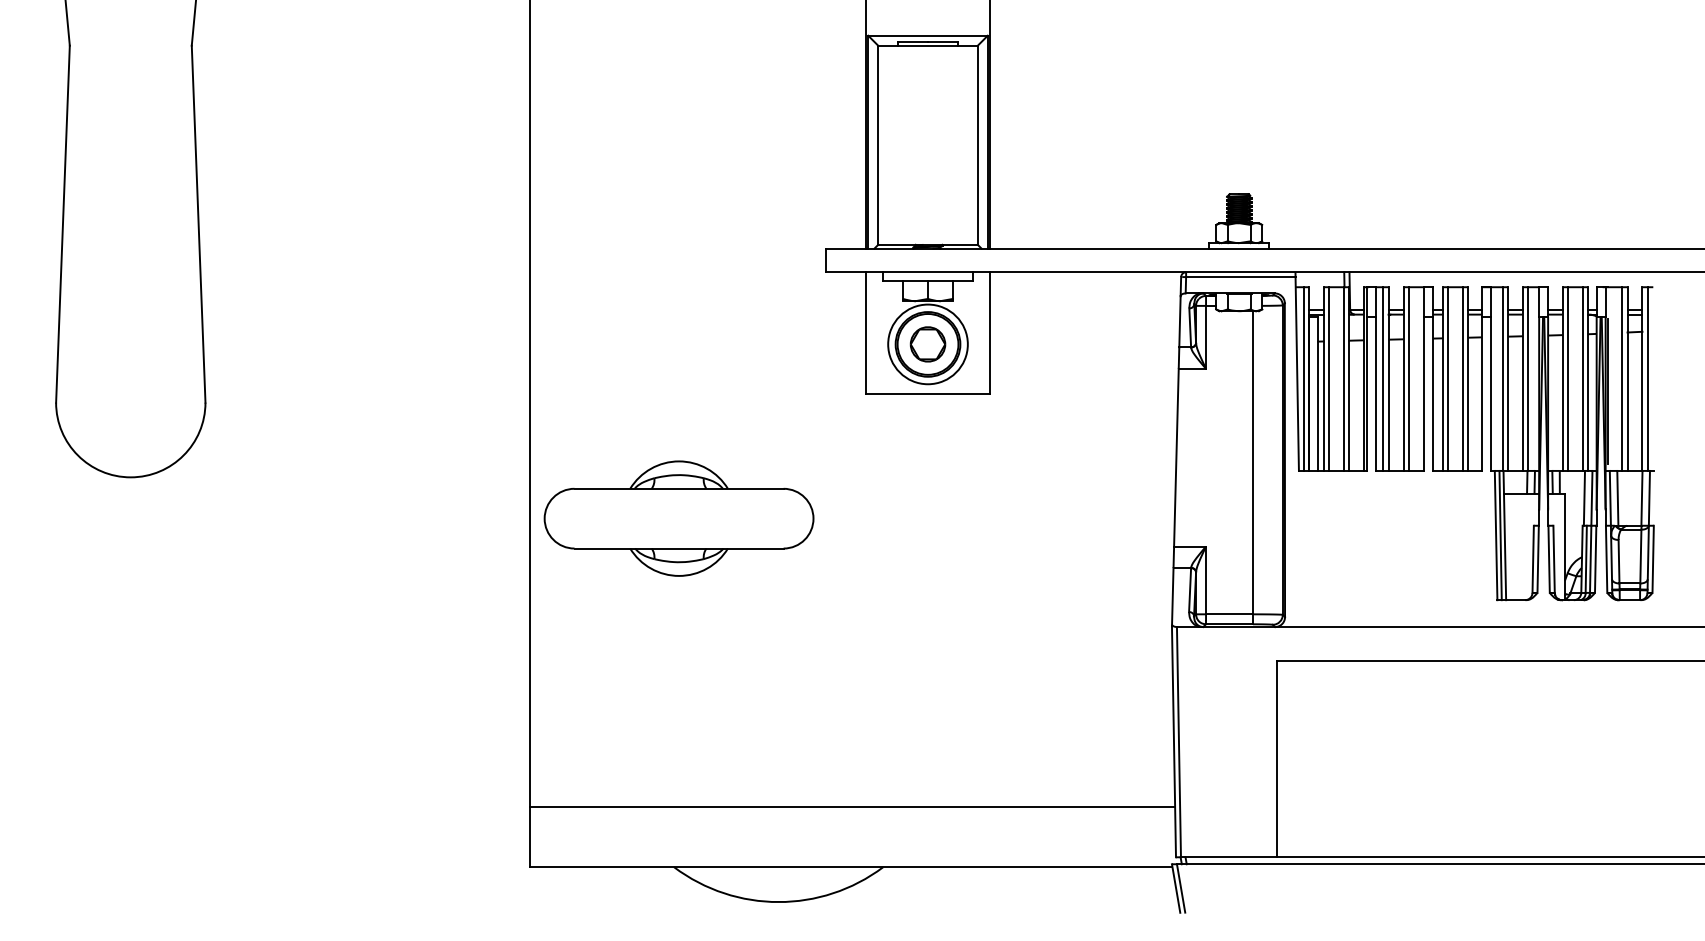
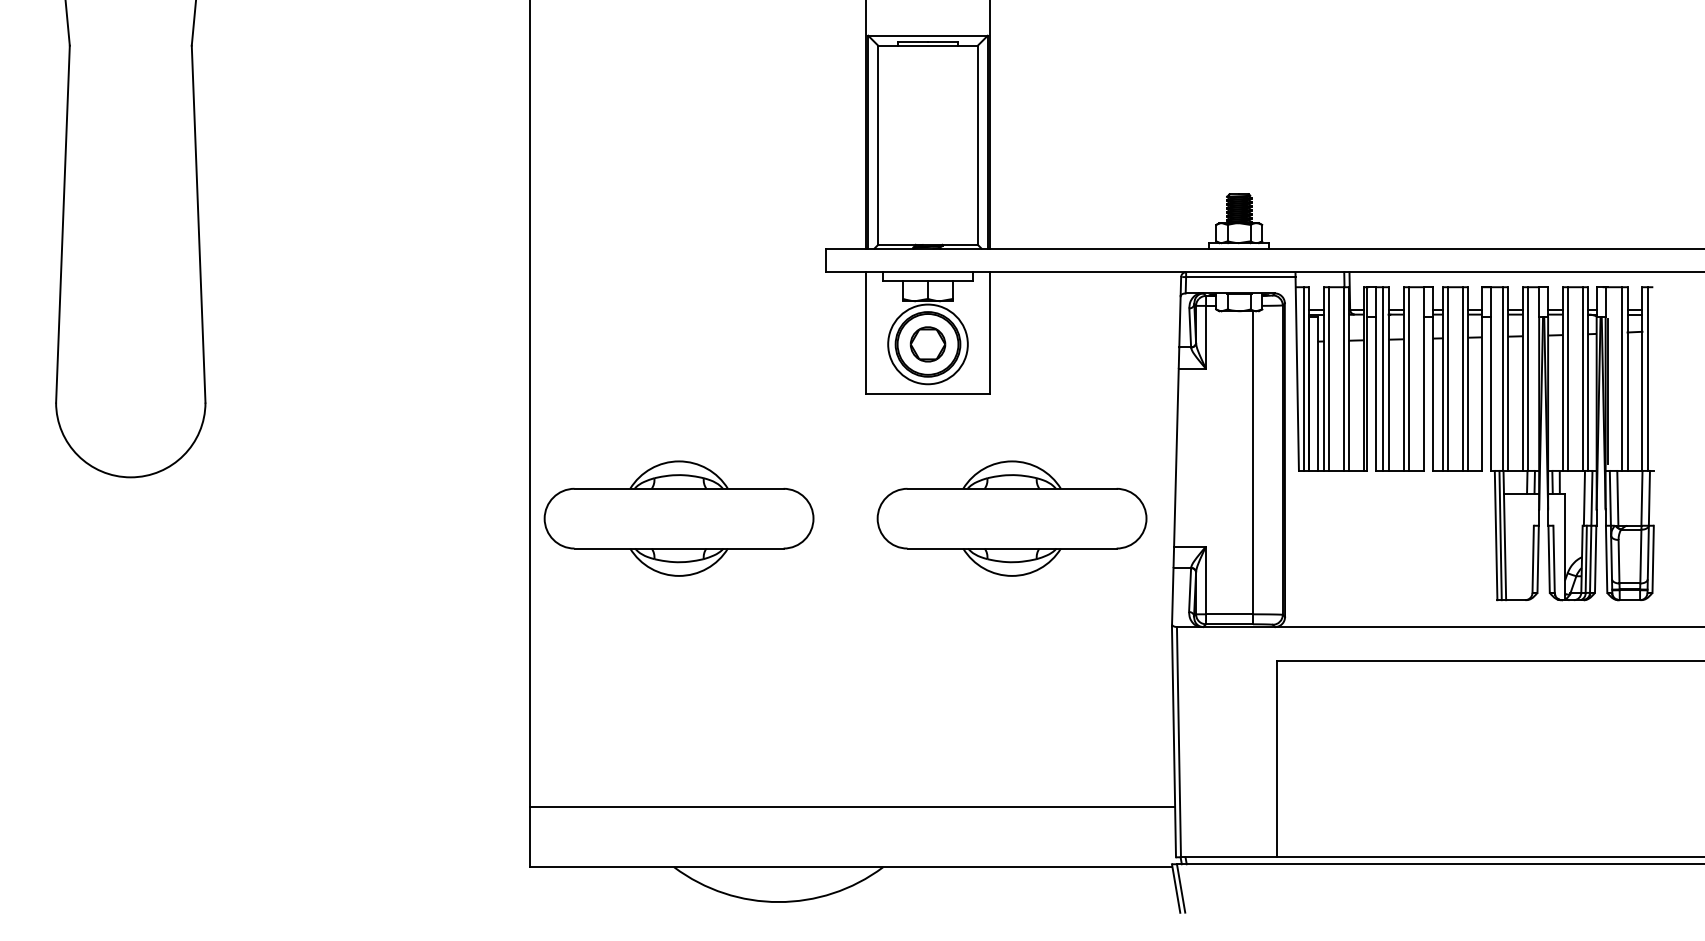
part at (1011, 518): none -> present
